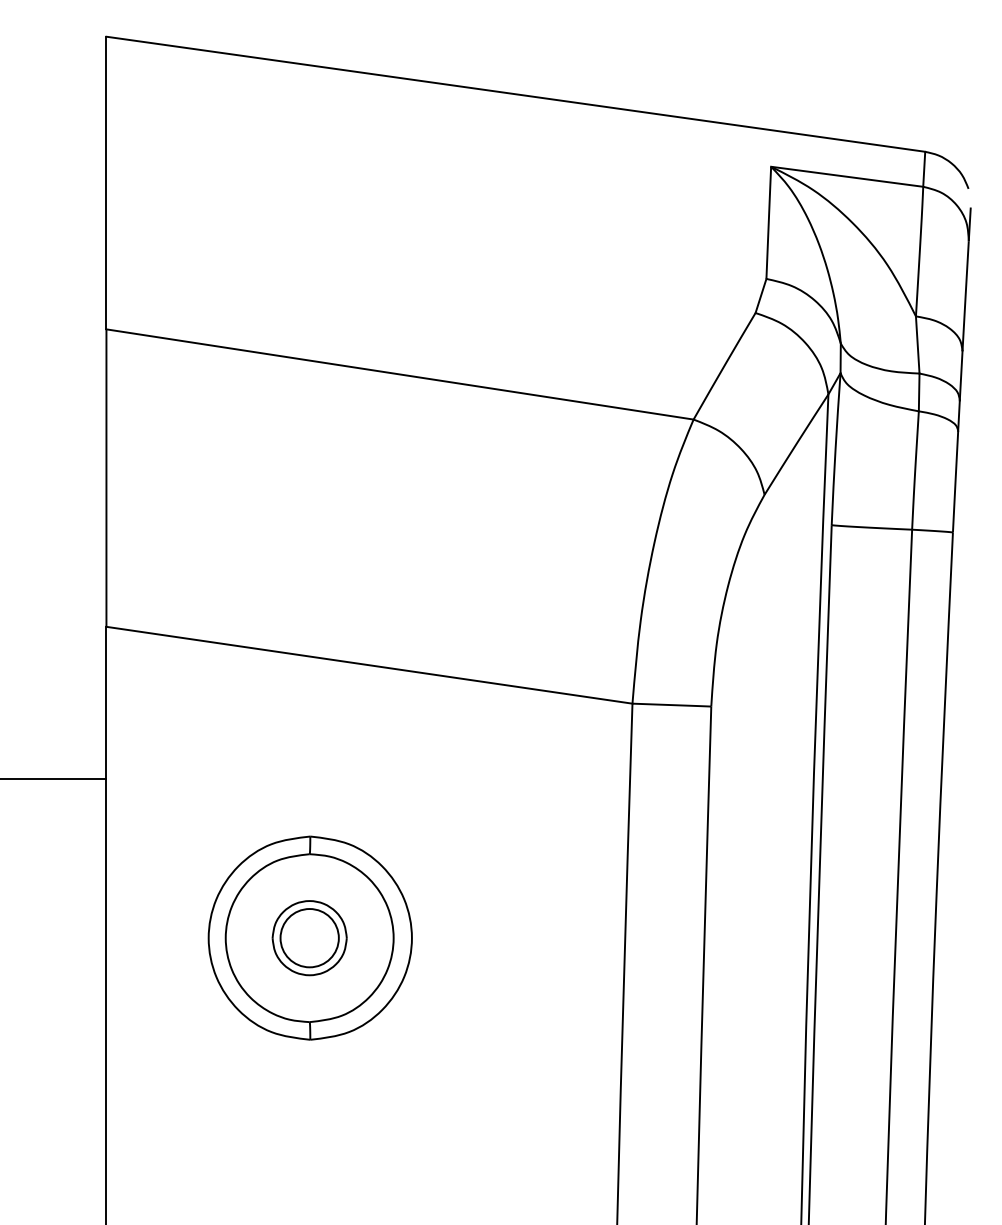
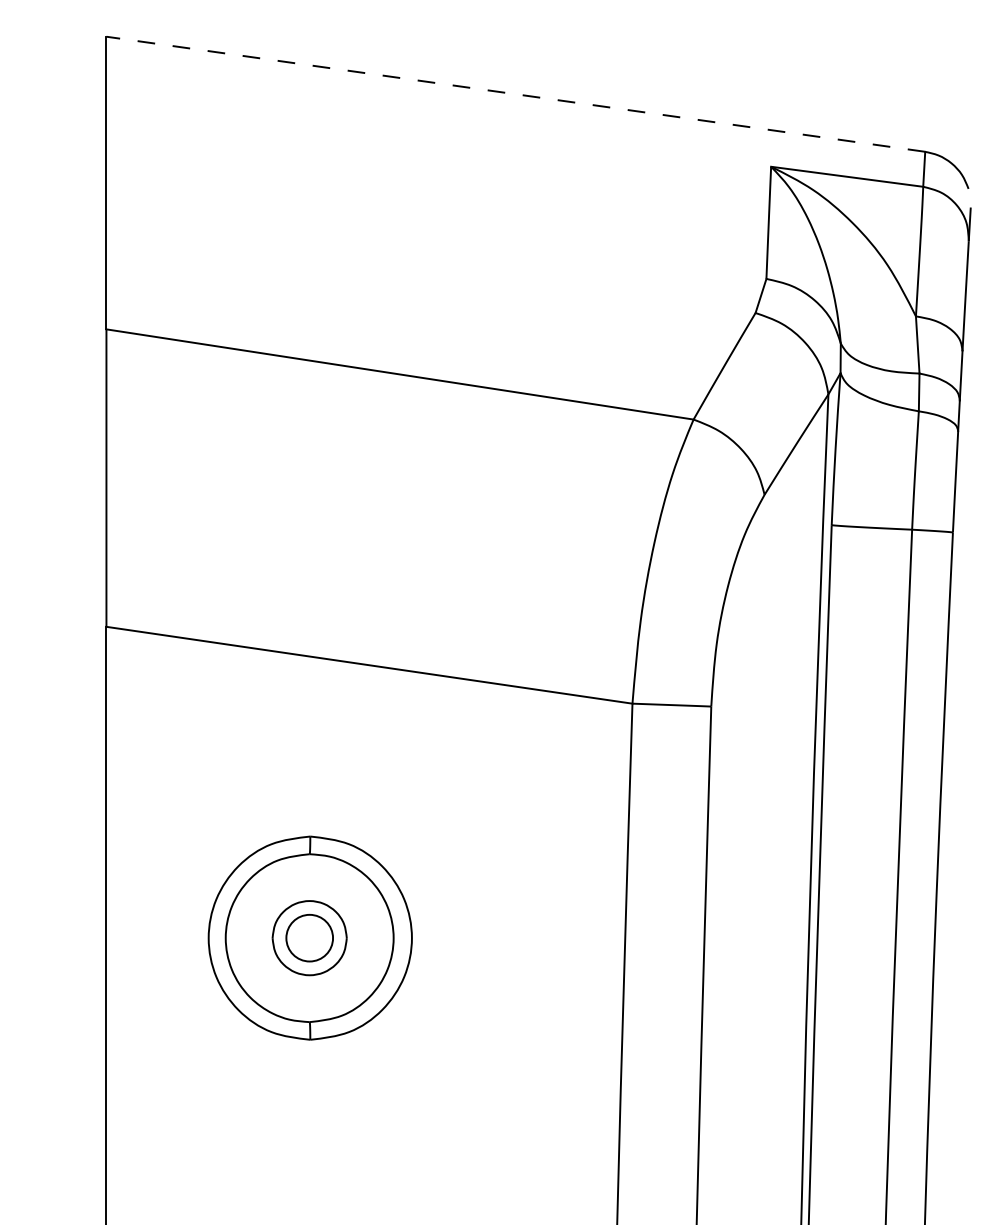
line at (515, 94): solid -> dashed
line at (54, 779): present -> none
circle at (309, 938) diameter: 58 px -> 47 px
